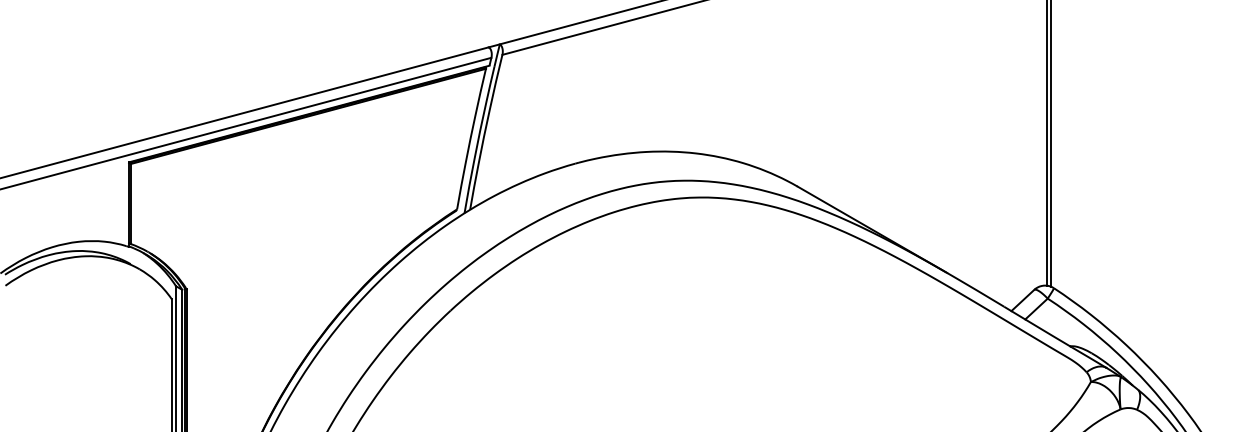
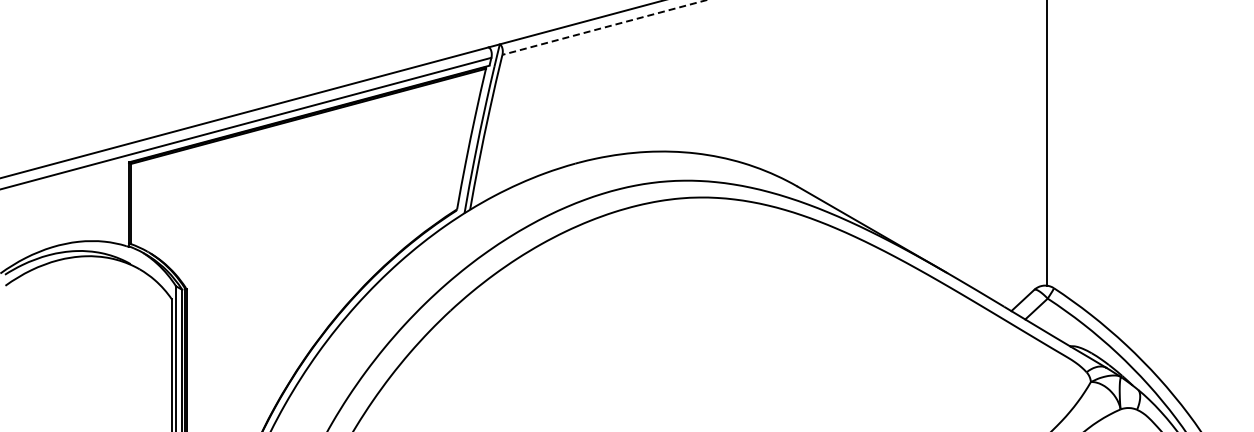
line at (604, 27): solid -> dashed
line at (1050, 144): present -> none
